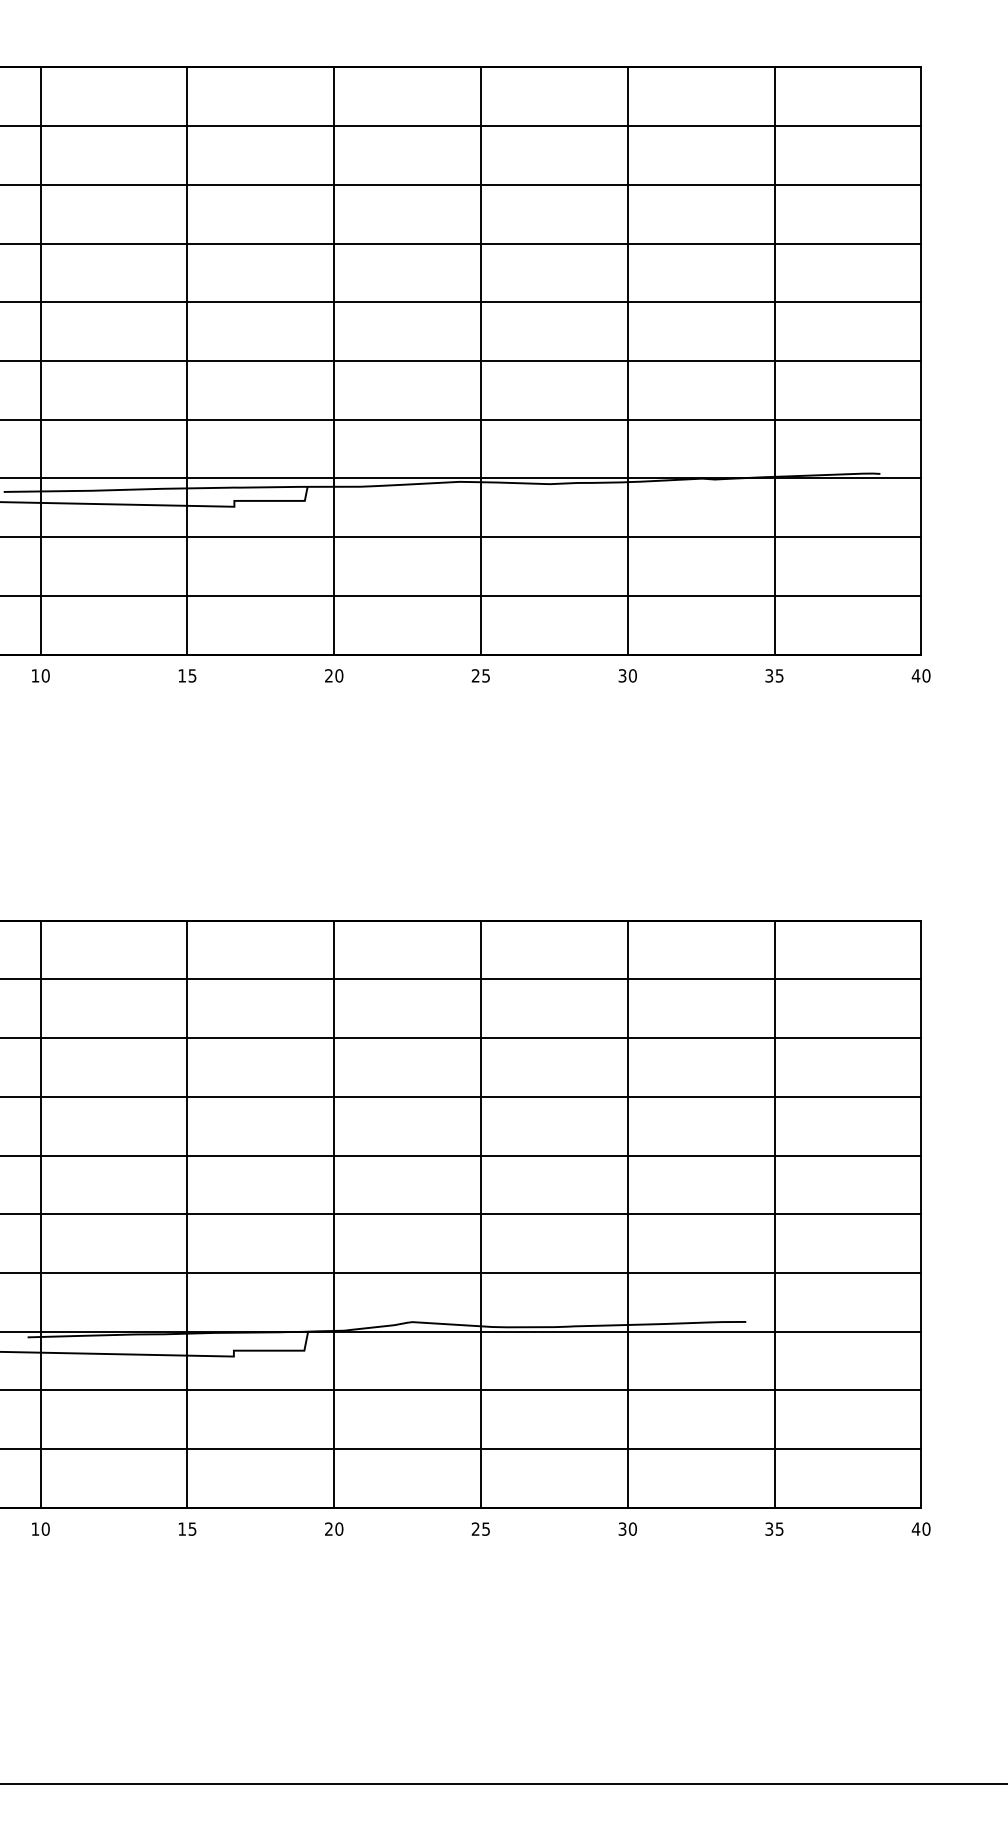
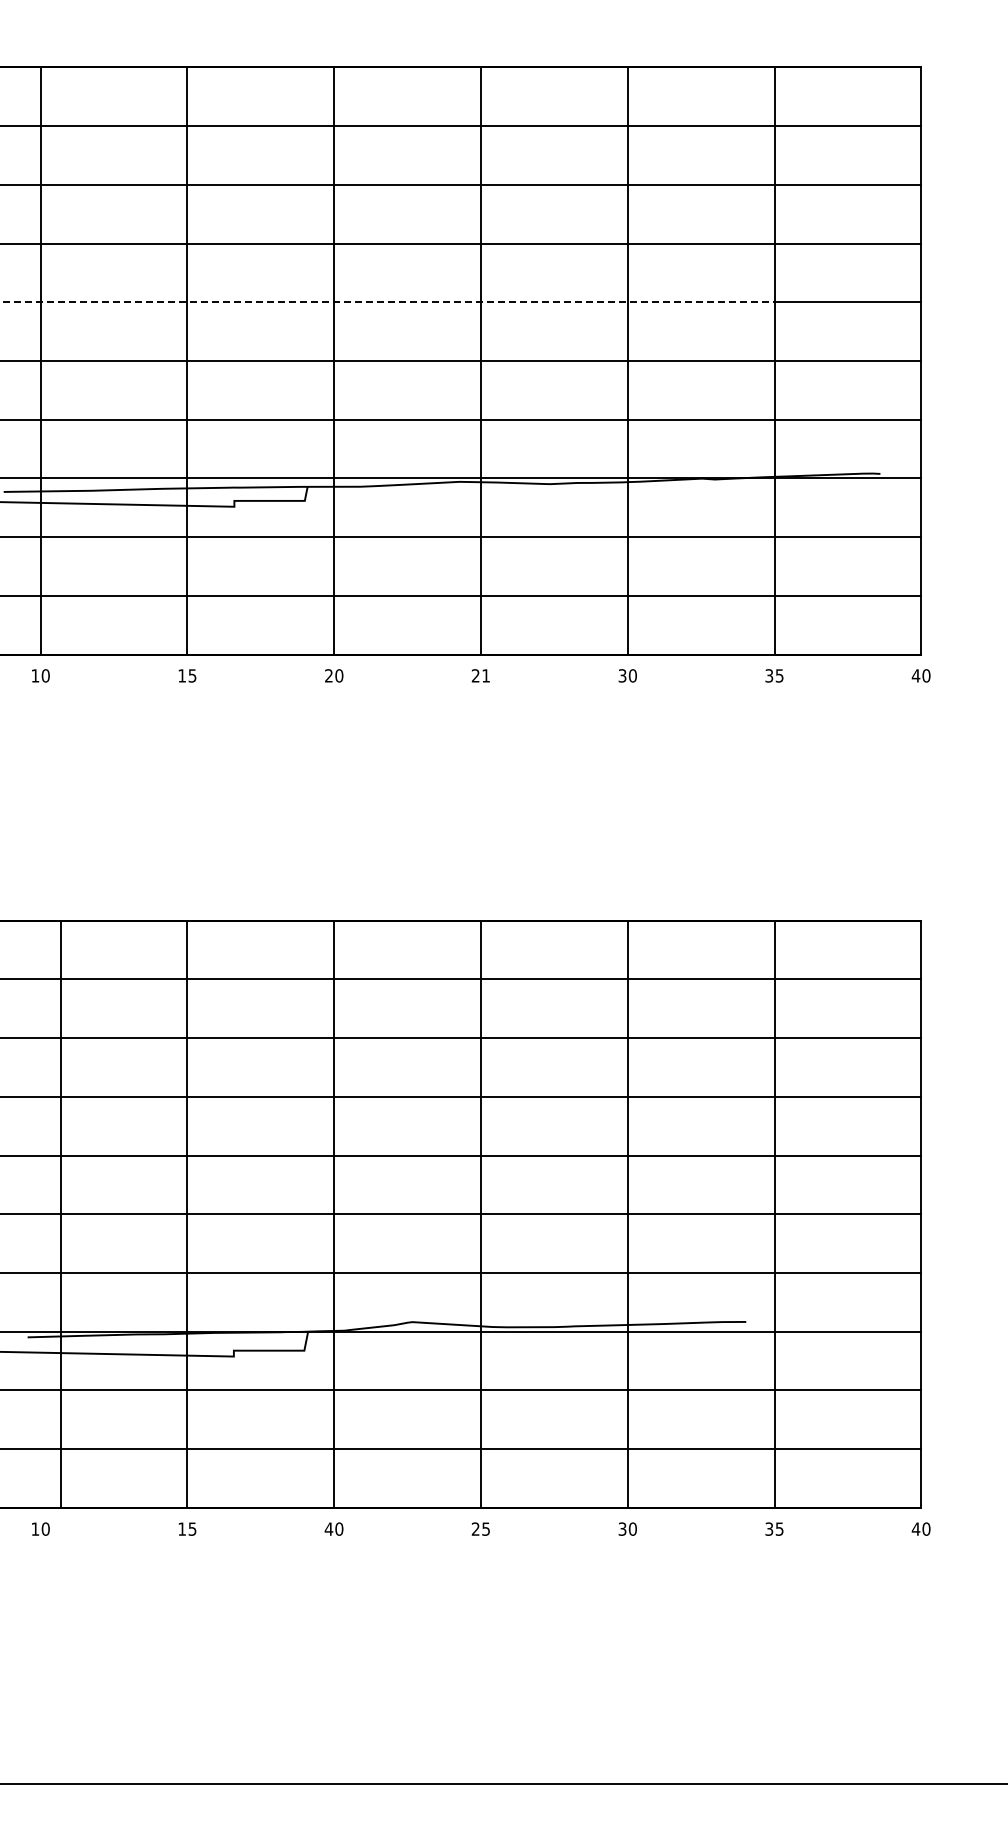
line at (387, 302): solid -> dashed
text at (485, 675): 25 -> 21
line at (40, 1213) position: (40, 1213) -> (60, 1213)
text at (328, 1528): 20 -> 40
